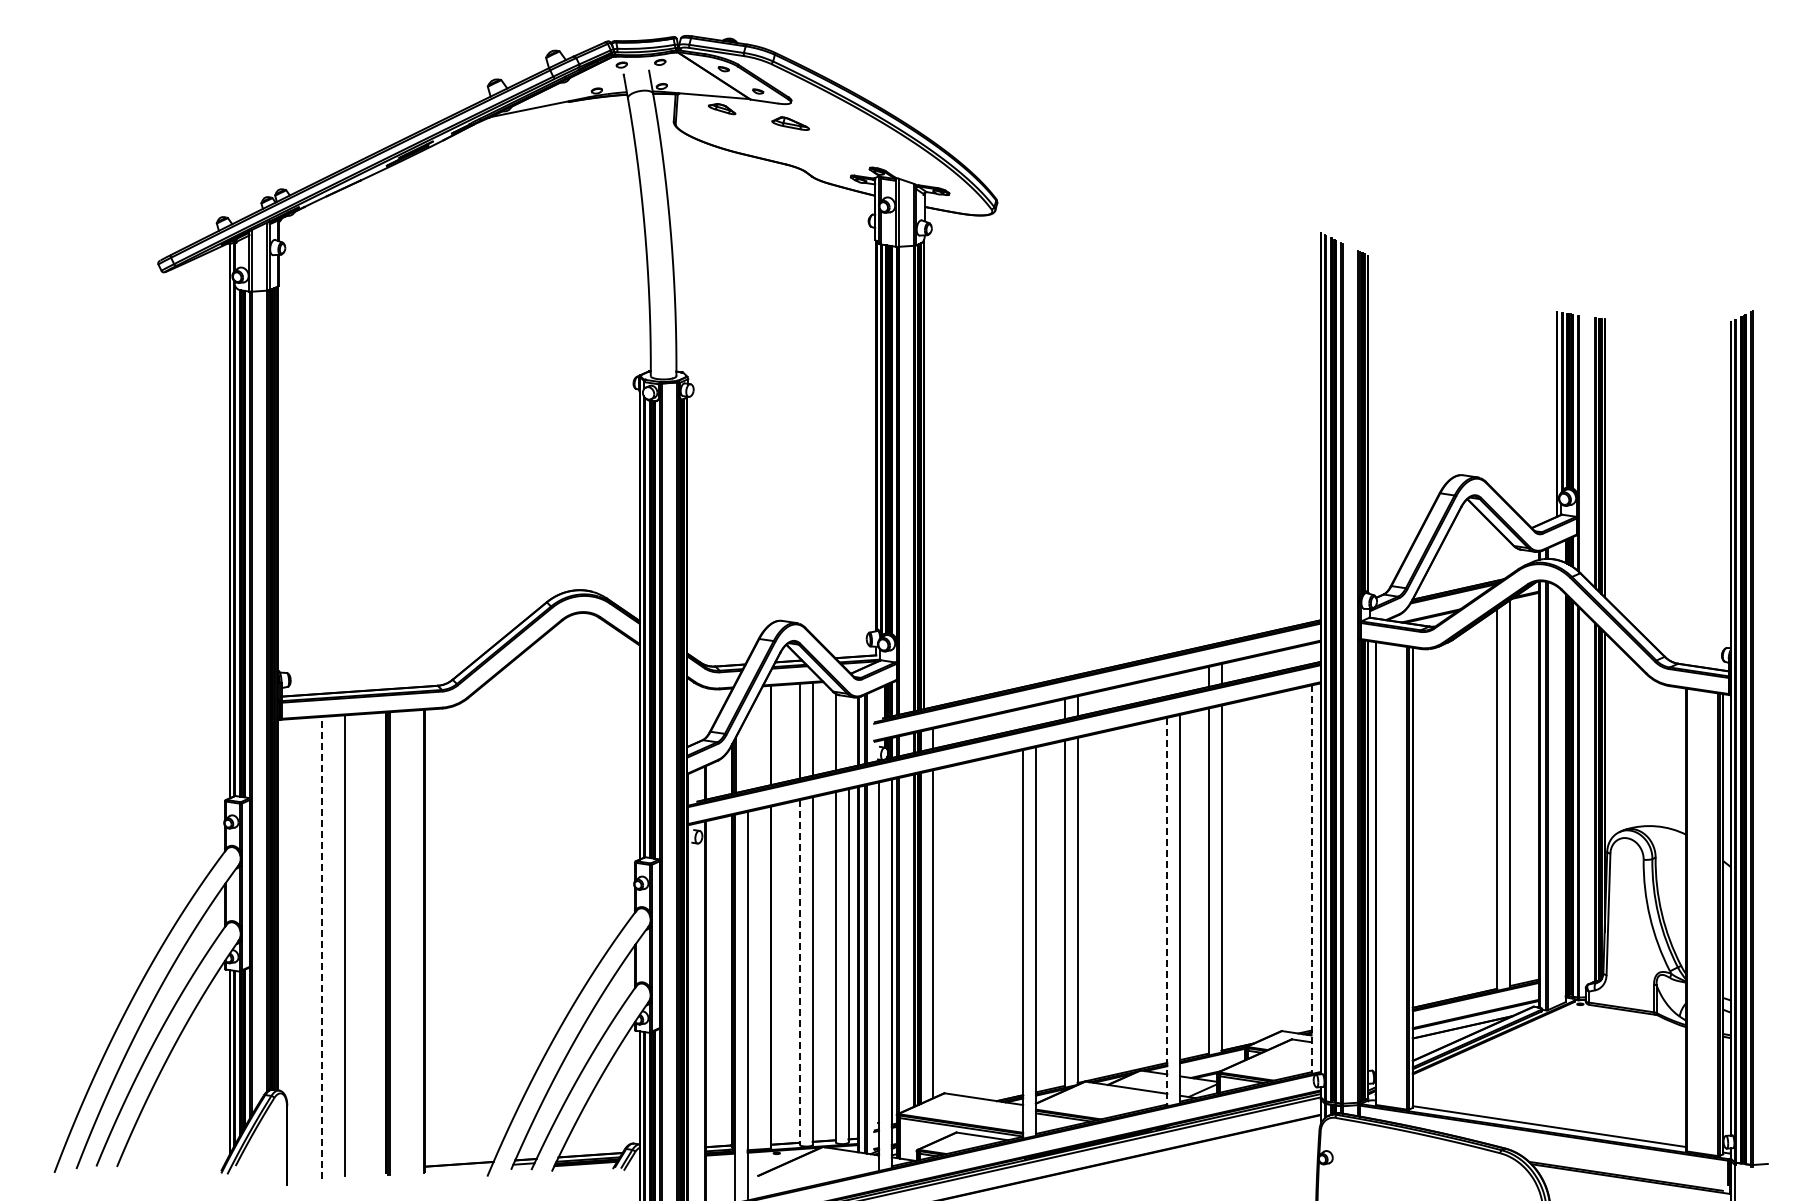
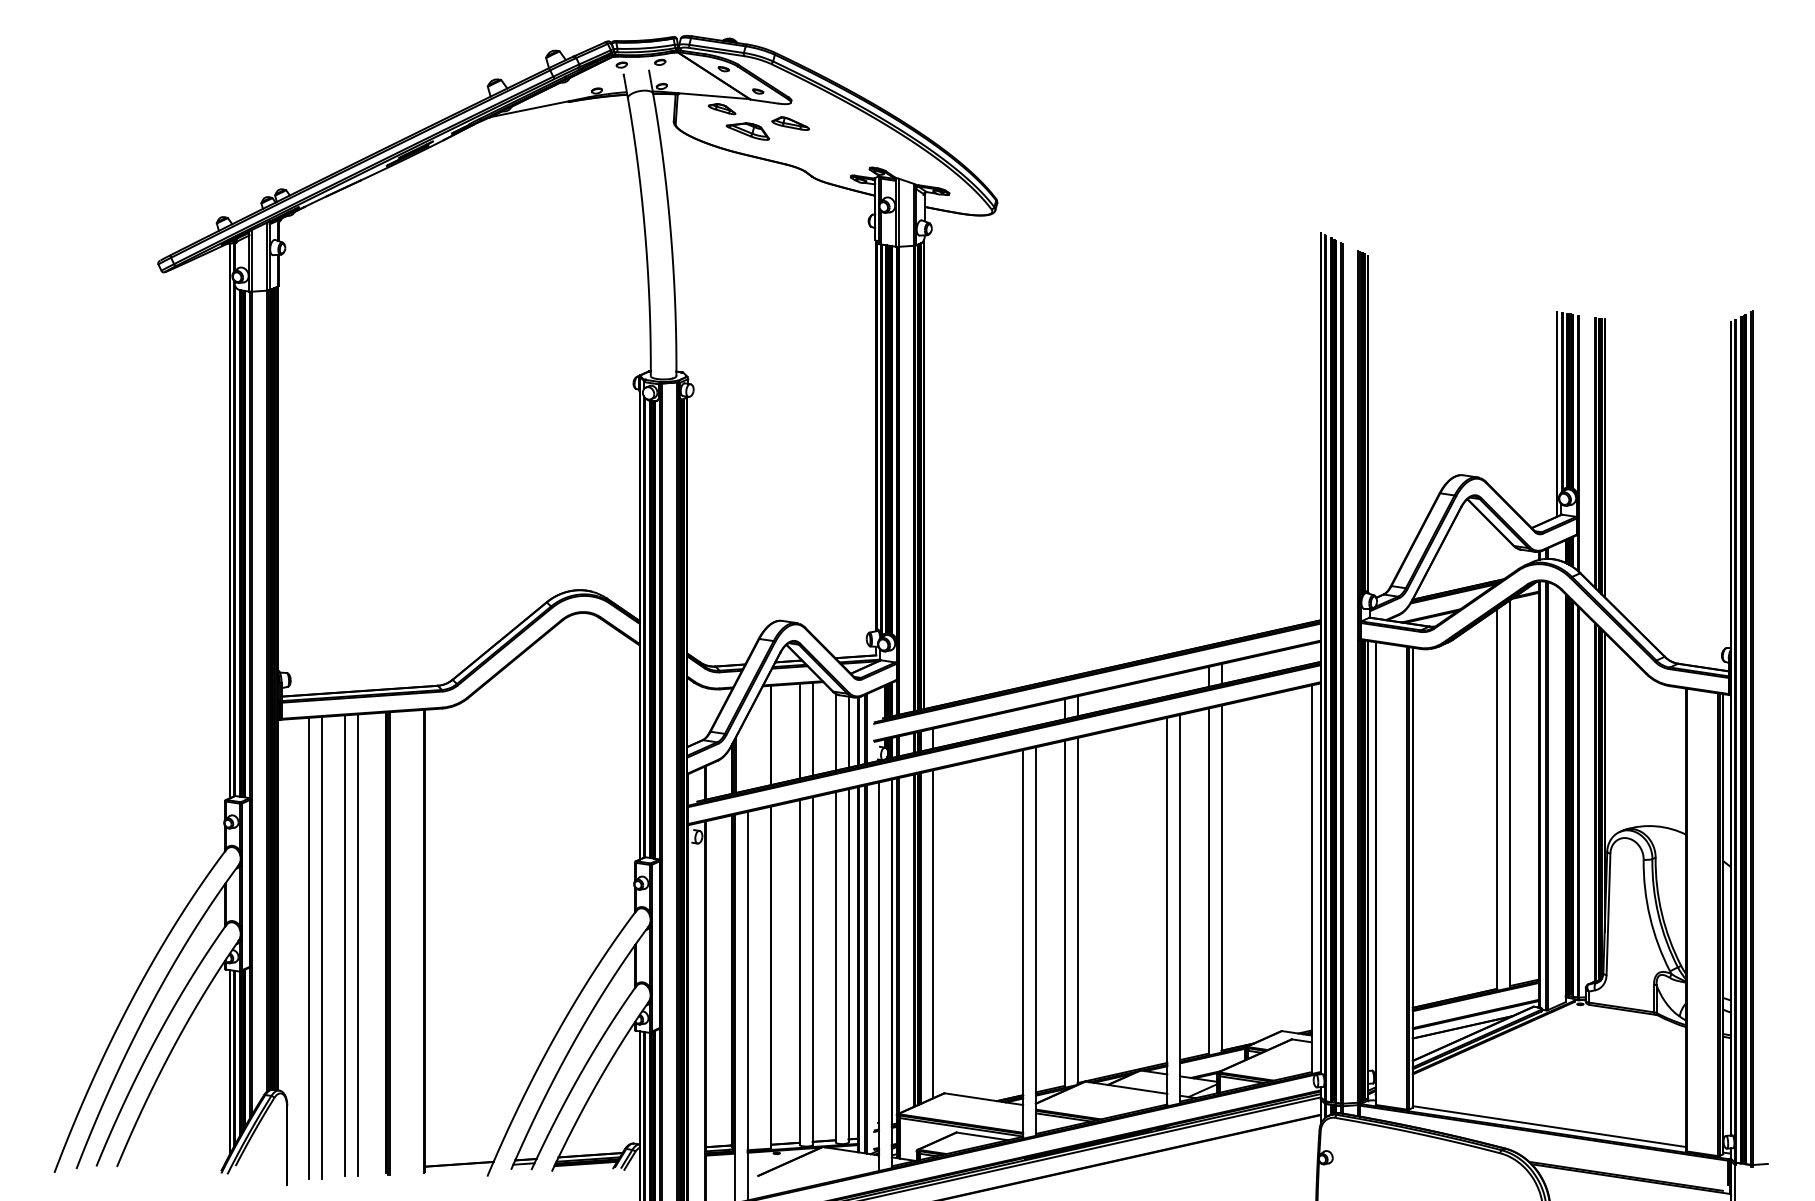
part at (747, 131): none -> present
line at (848, 731): none -> present
line at (1311, 879): dashed -> solid
line at (1167, 912): dashed -> solid
line at (357, 945): none -> present
line at (308, 947): none -> present
line at (321, 947): dashed -> solid
line at (799, 973): dashed -> solid
